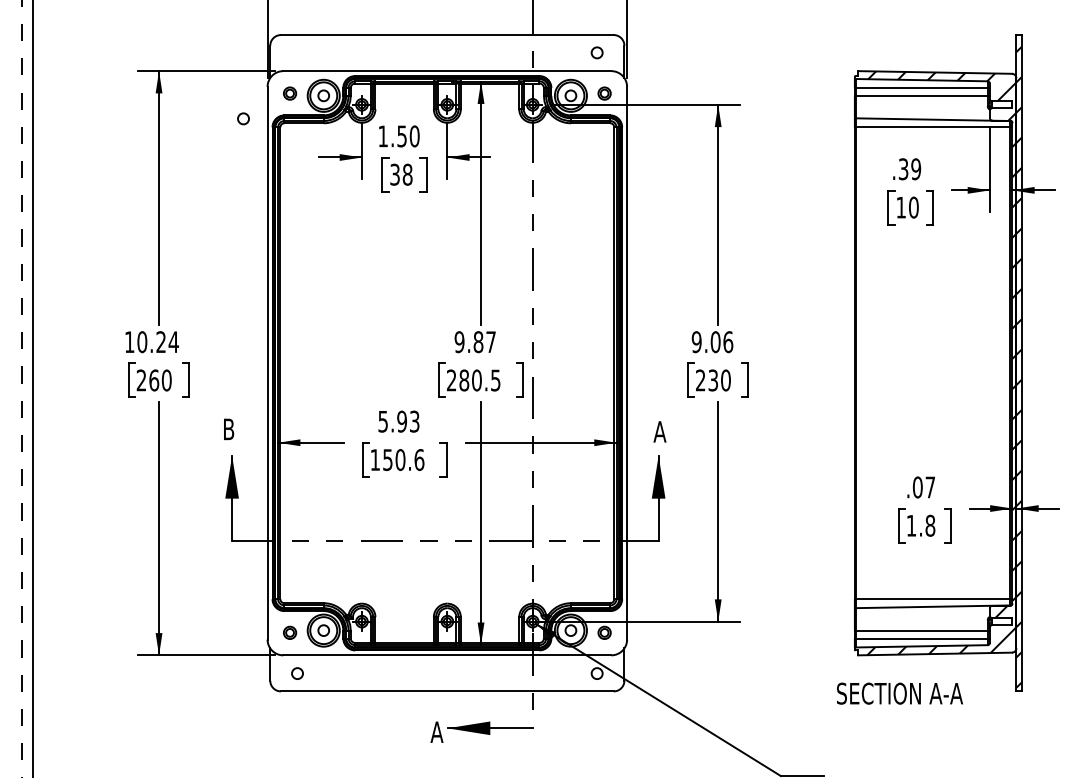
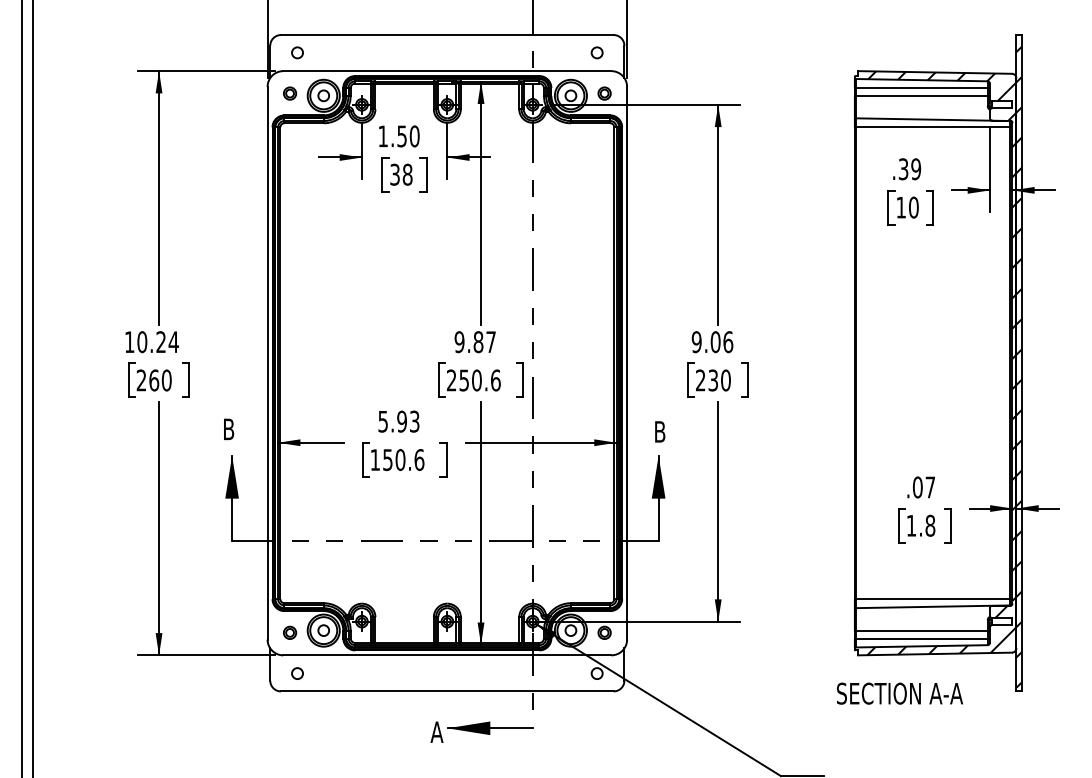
circle at (243, 118) position: (243, 118) -> (297, 52)
text at (479, 380): 280.5 -> 250.6
line at (22, 389): dashed -> solid
text at (659, 431): A -> B
